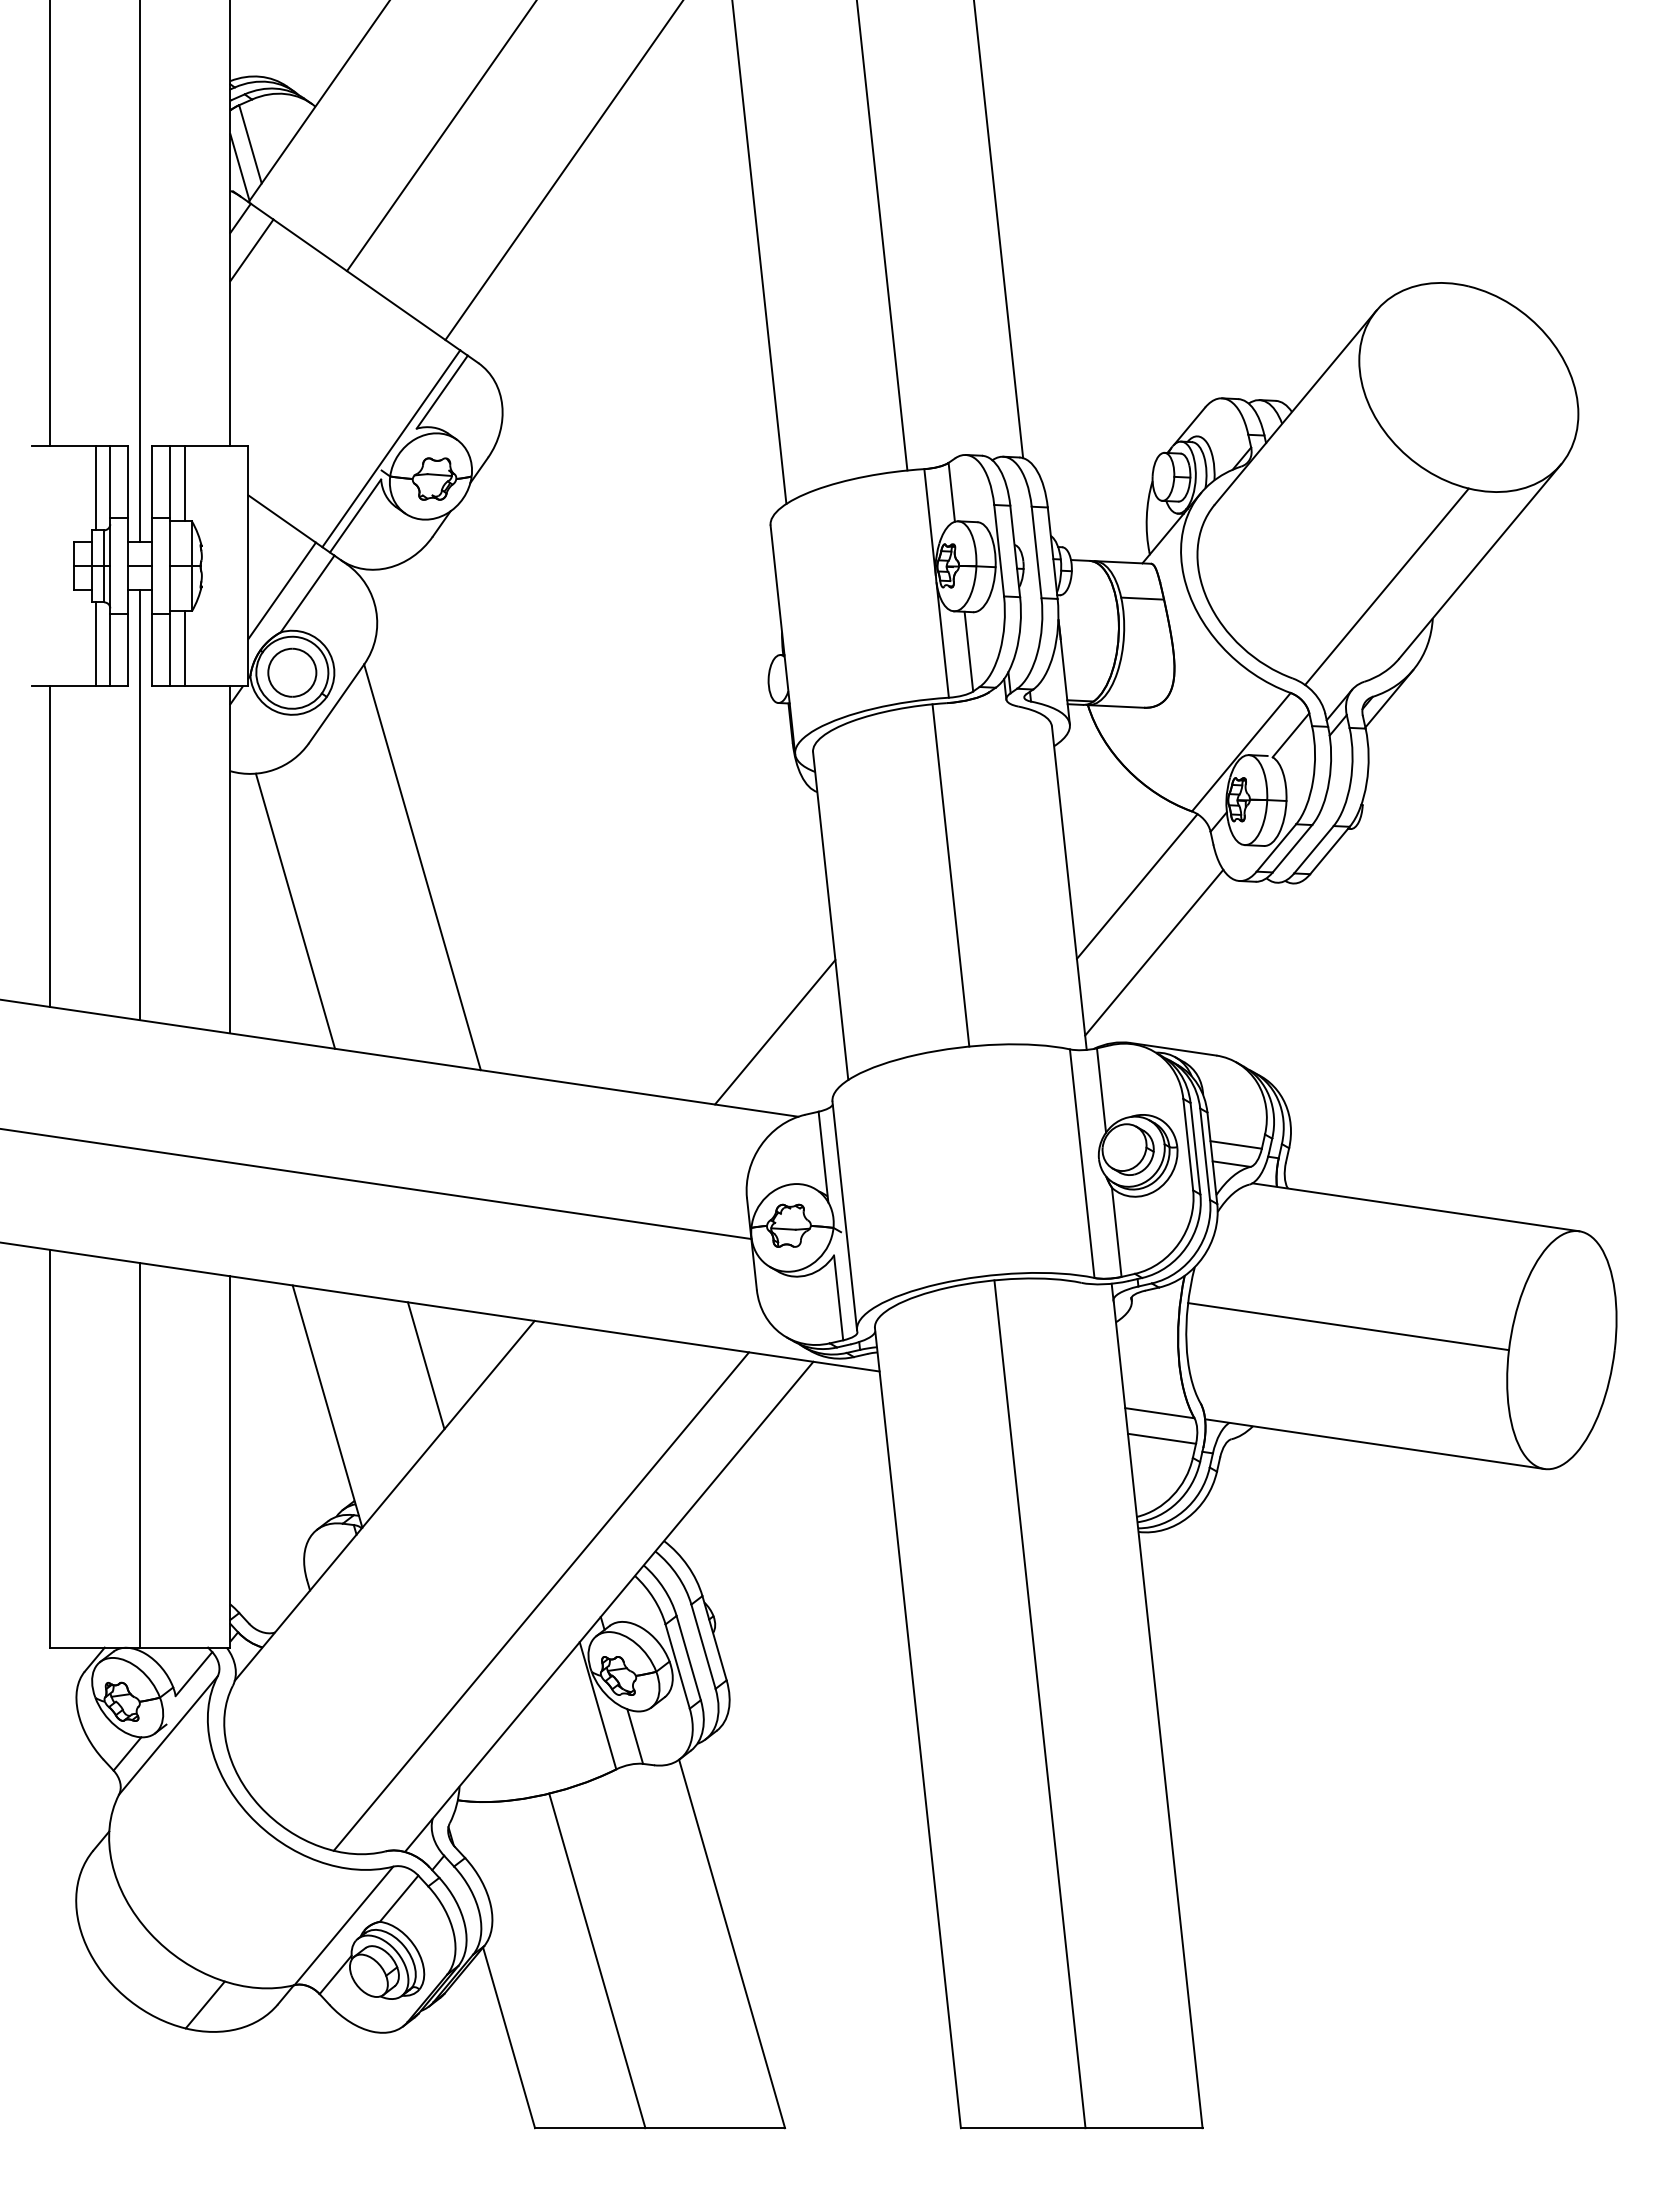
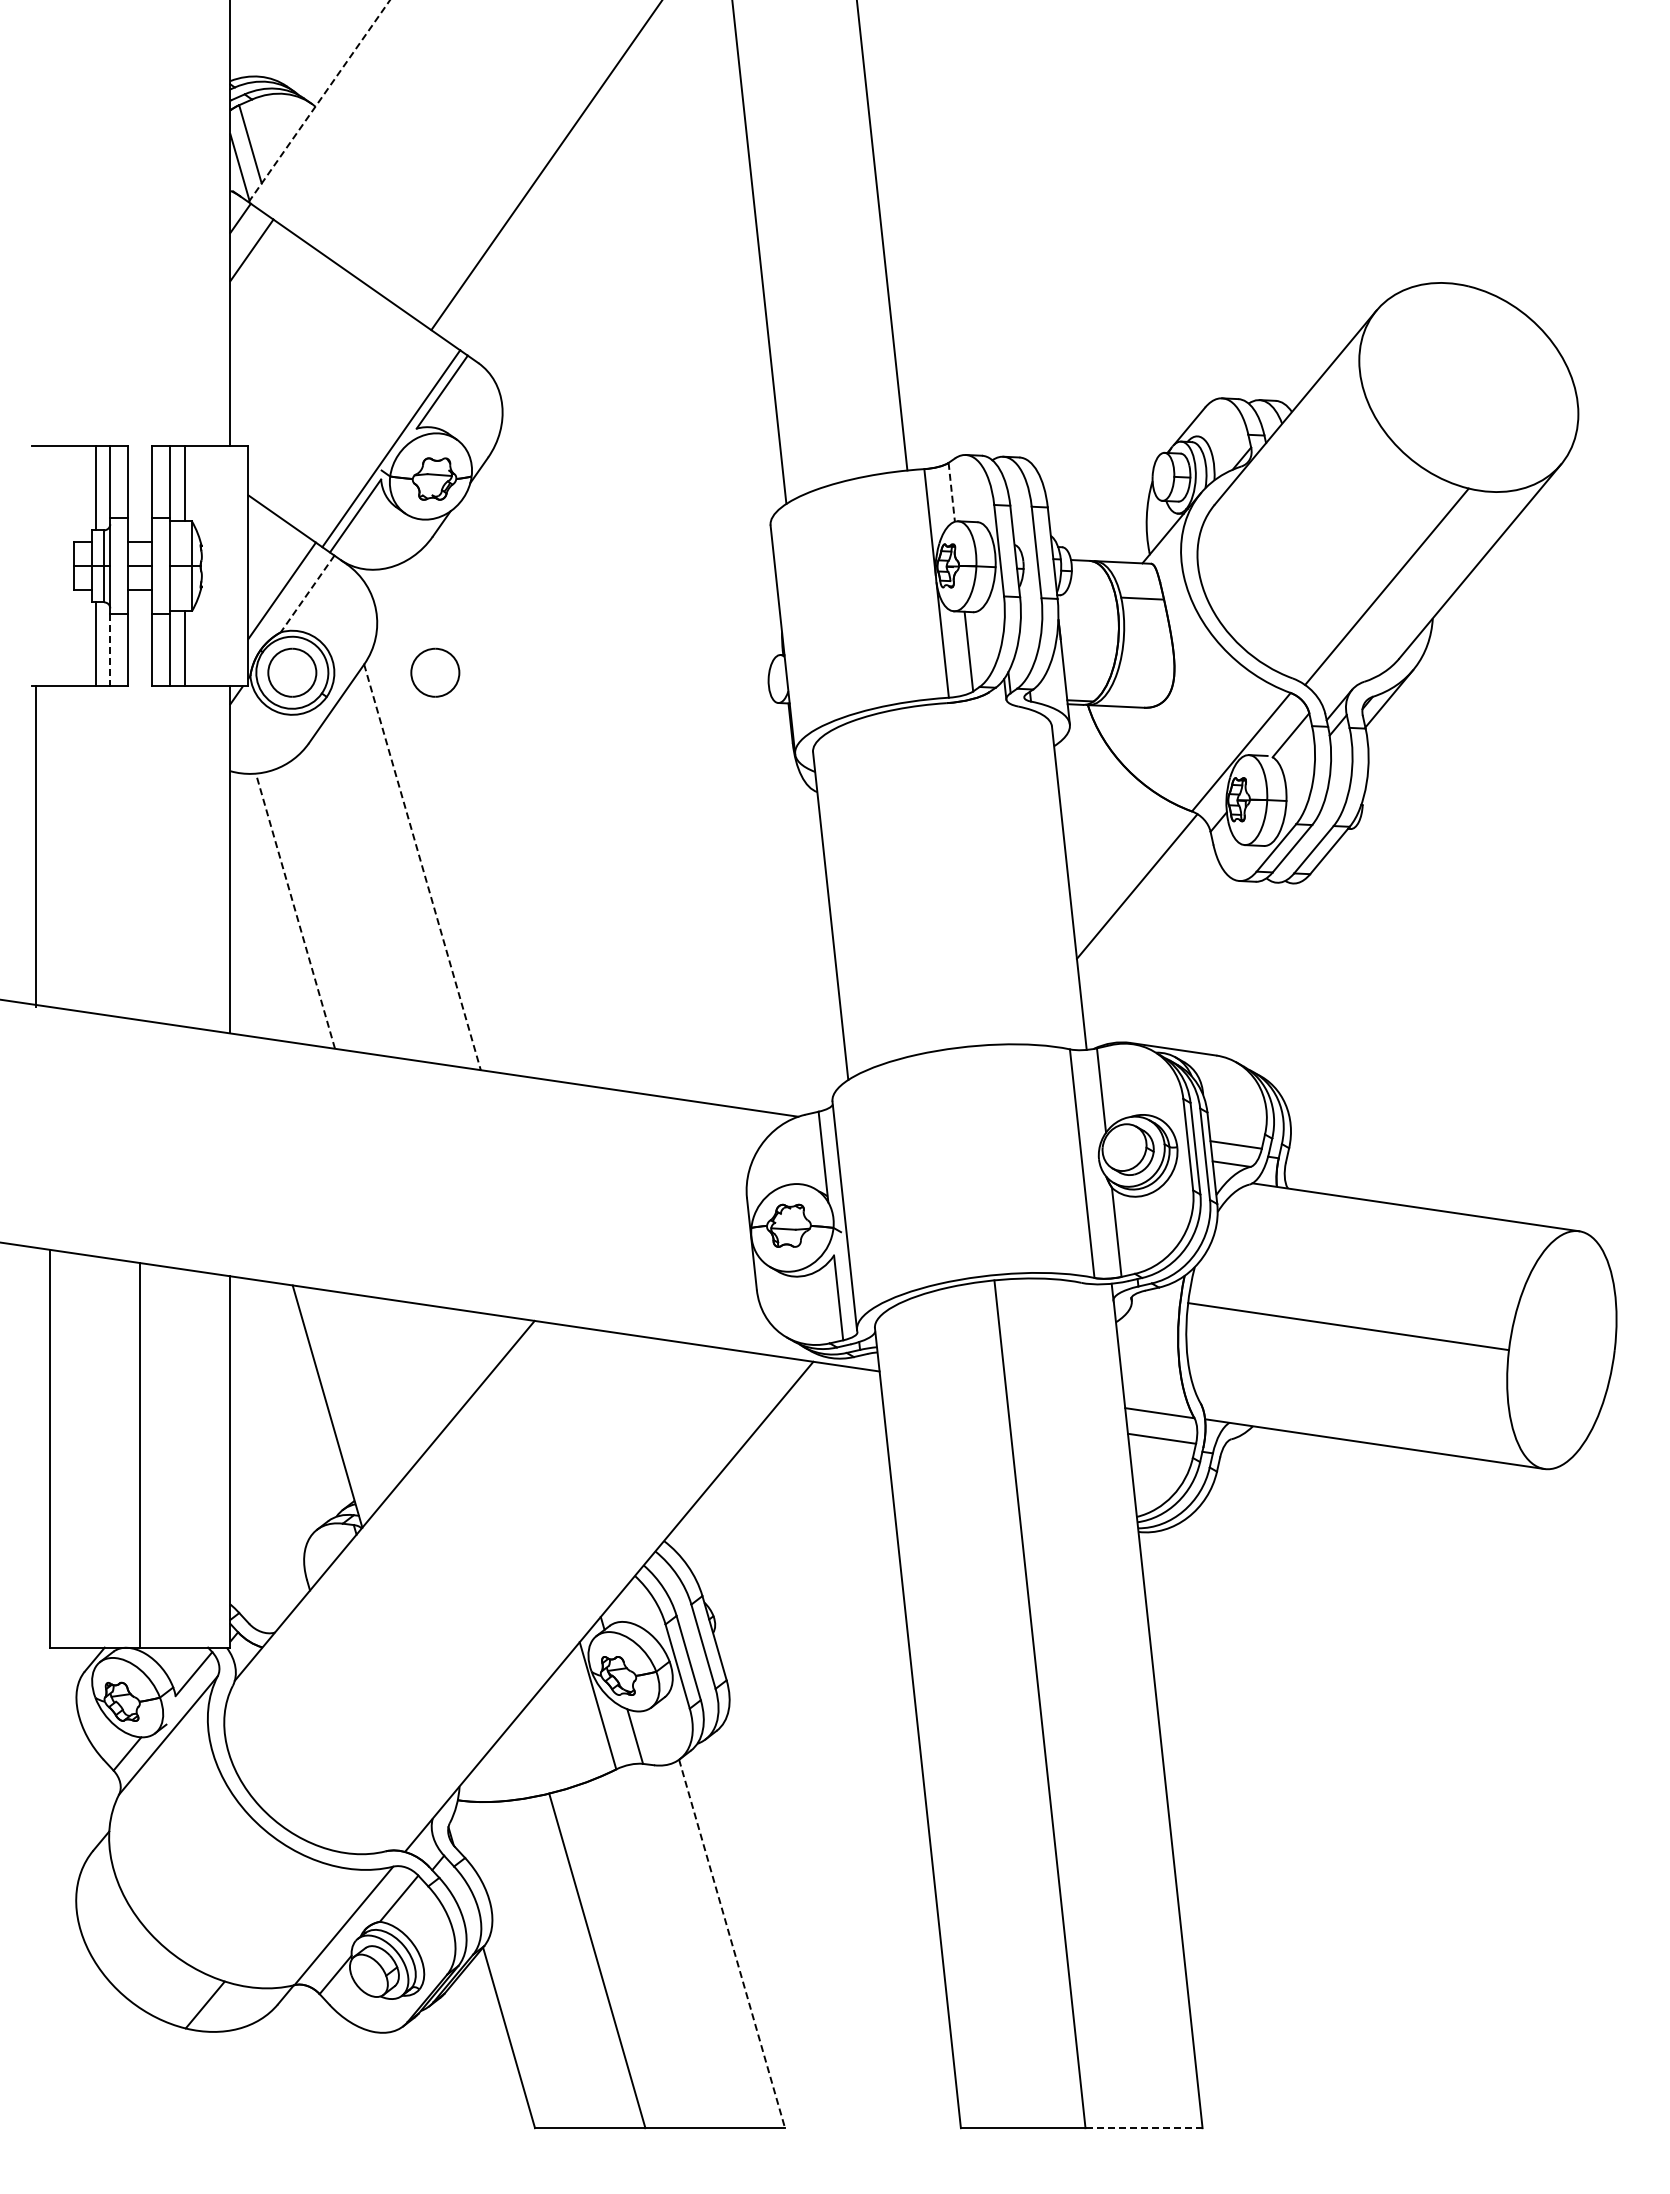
line at (319, 100): solid -> dashed
line at (441, 136): present -> none
line at (563, 171) position: (563, 171) -> (545, 166)
line at (50, 224): present -> none
line at (998, 230): present -> none
line at (140, 272): present -> none
line at (951, 492): solid -> dashed
line at (307, 594): solid -> dashed
line at (110, 650): solid -> dashed
part at (435, 672): none -> present
line at (140, 805): present -> none
line at (50, 846) position: (50, 846) -> (36, 846)
line at (422, 867): solid -> dashed
line at (950, 875): present -> none
line at (295, 910): solid -> dashed
line at (1154, 952): present -> none
line at (775, 1032): present -> none
line at (376, 1184): present -> none
line at (425, 1365): present -> none
line at (541, 1601): present -> none
line at (732, 1943): solid -> dashed
line at (1144, 2128): solid -> dashed
